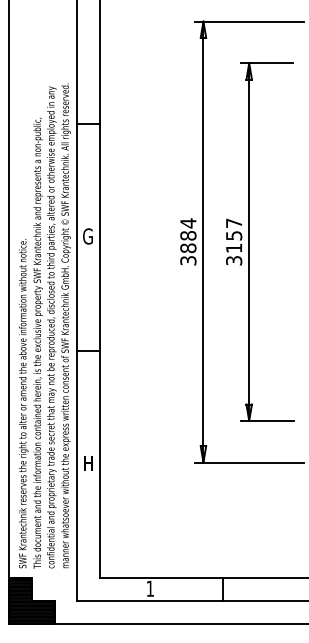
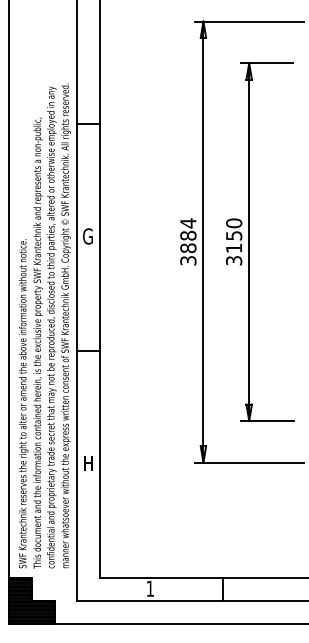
text at (234, 223): 3157 -> 3150
